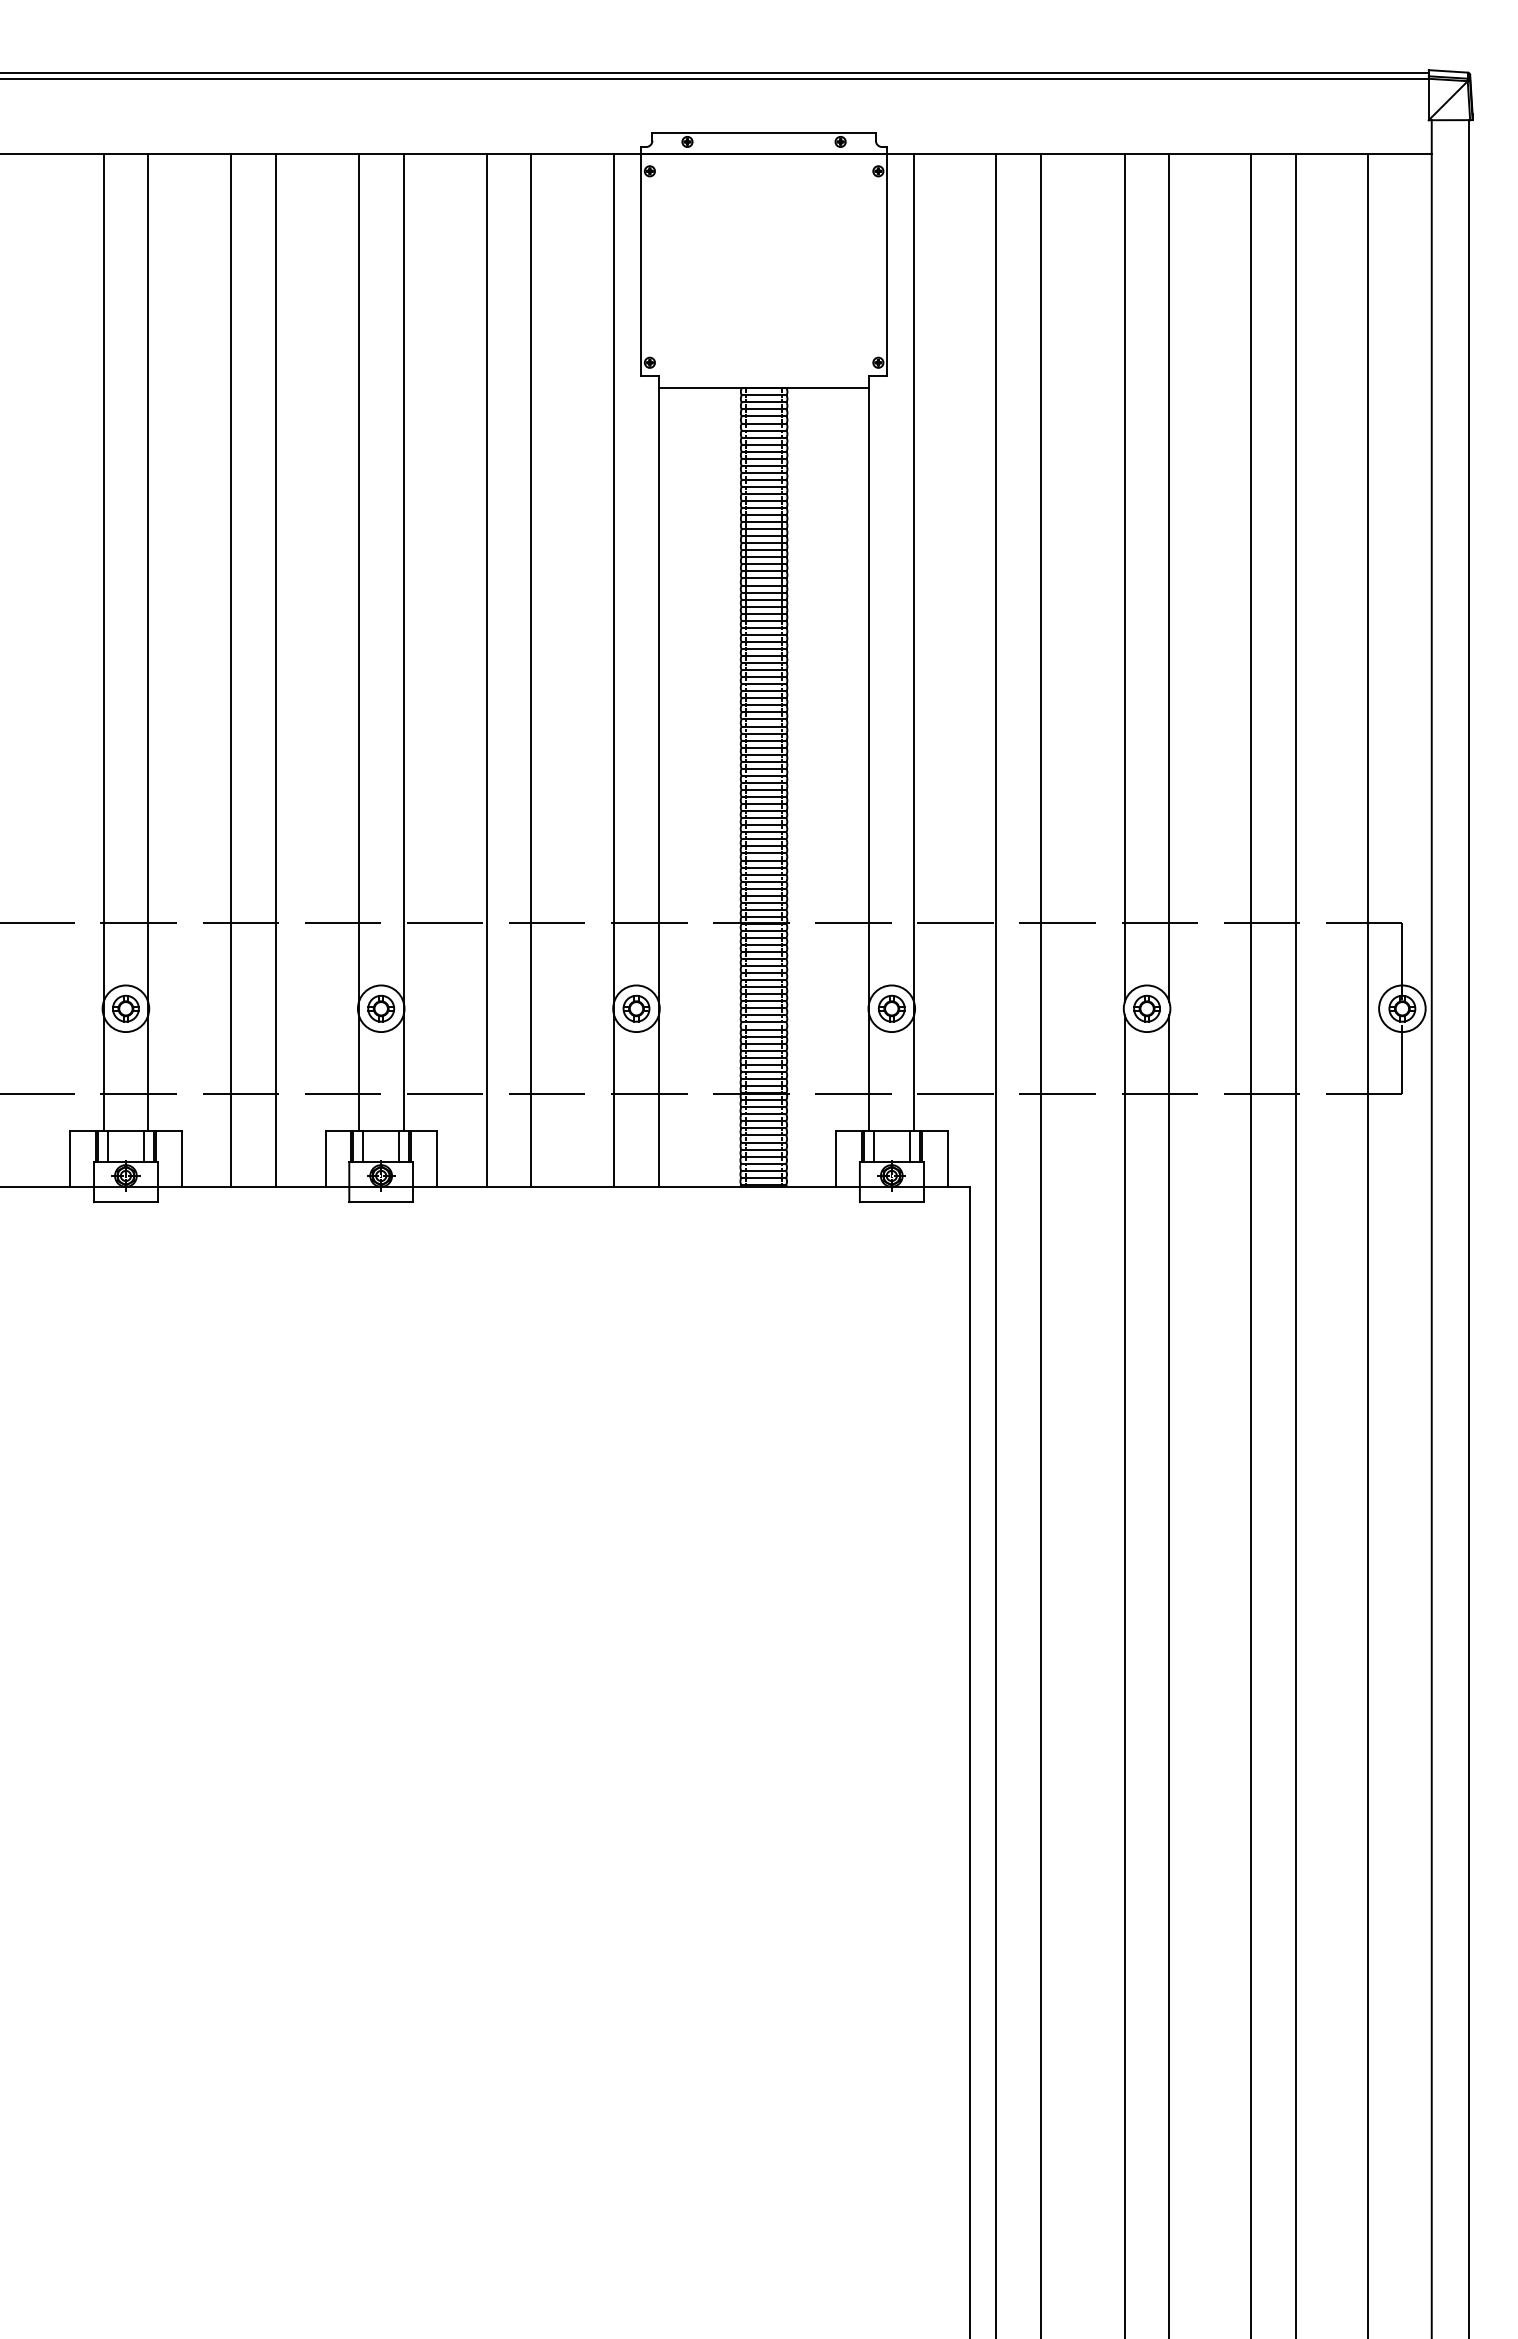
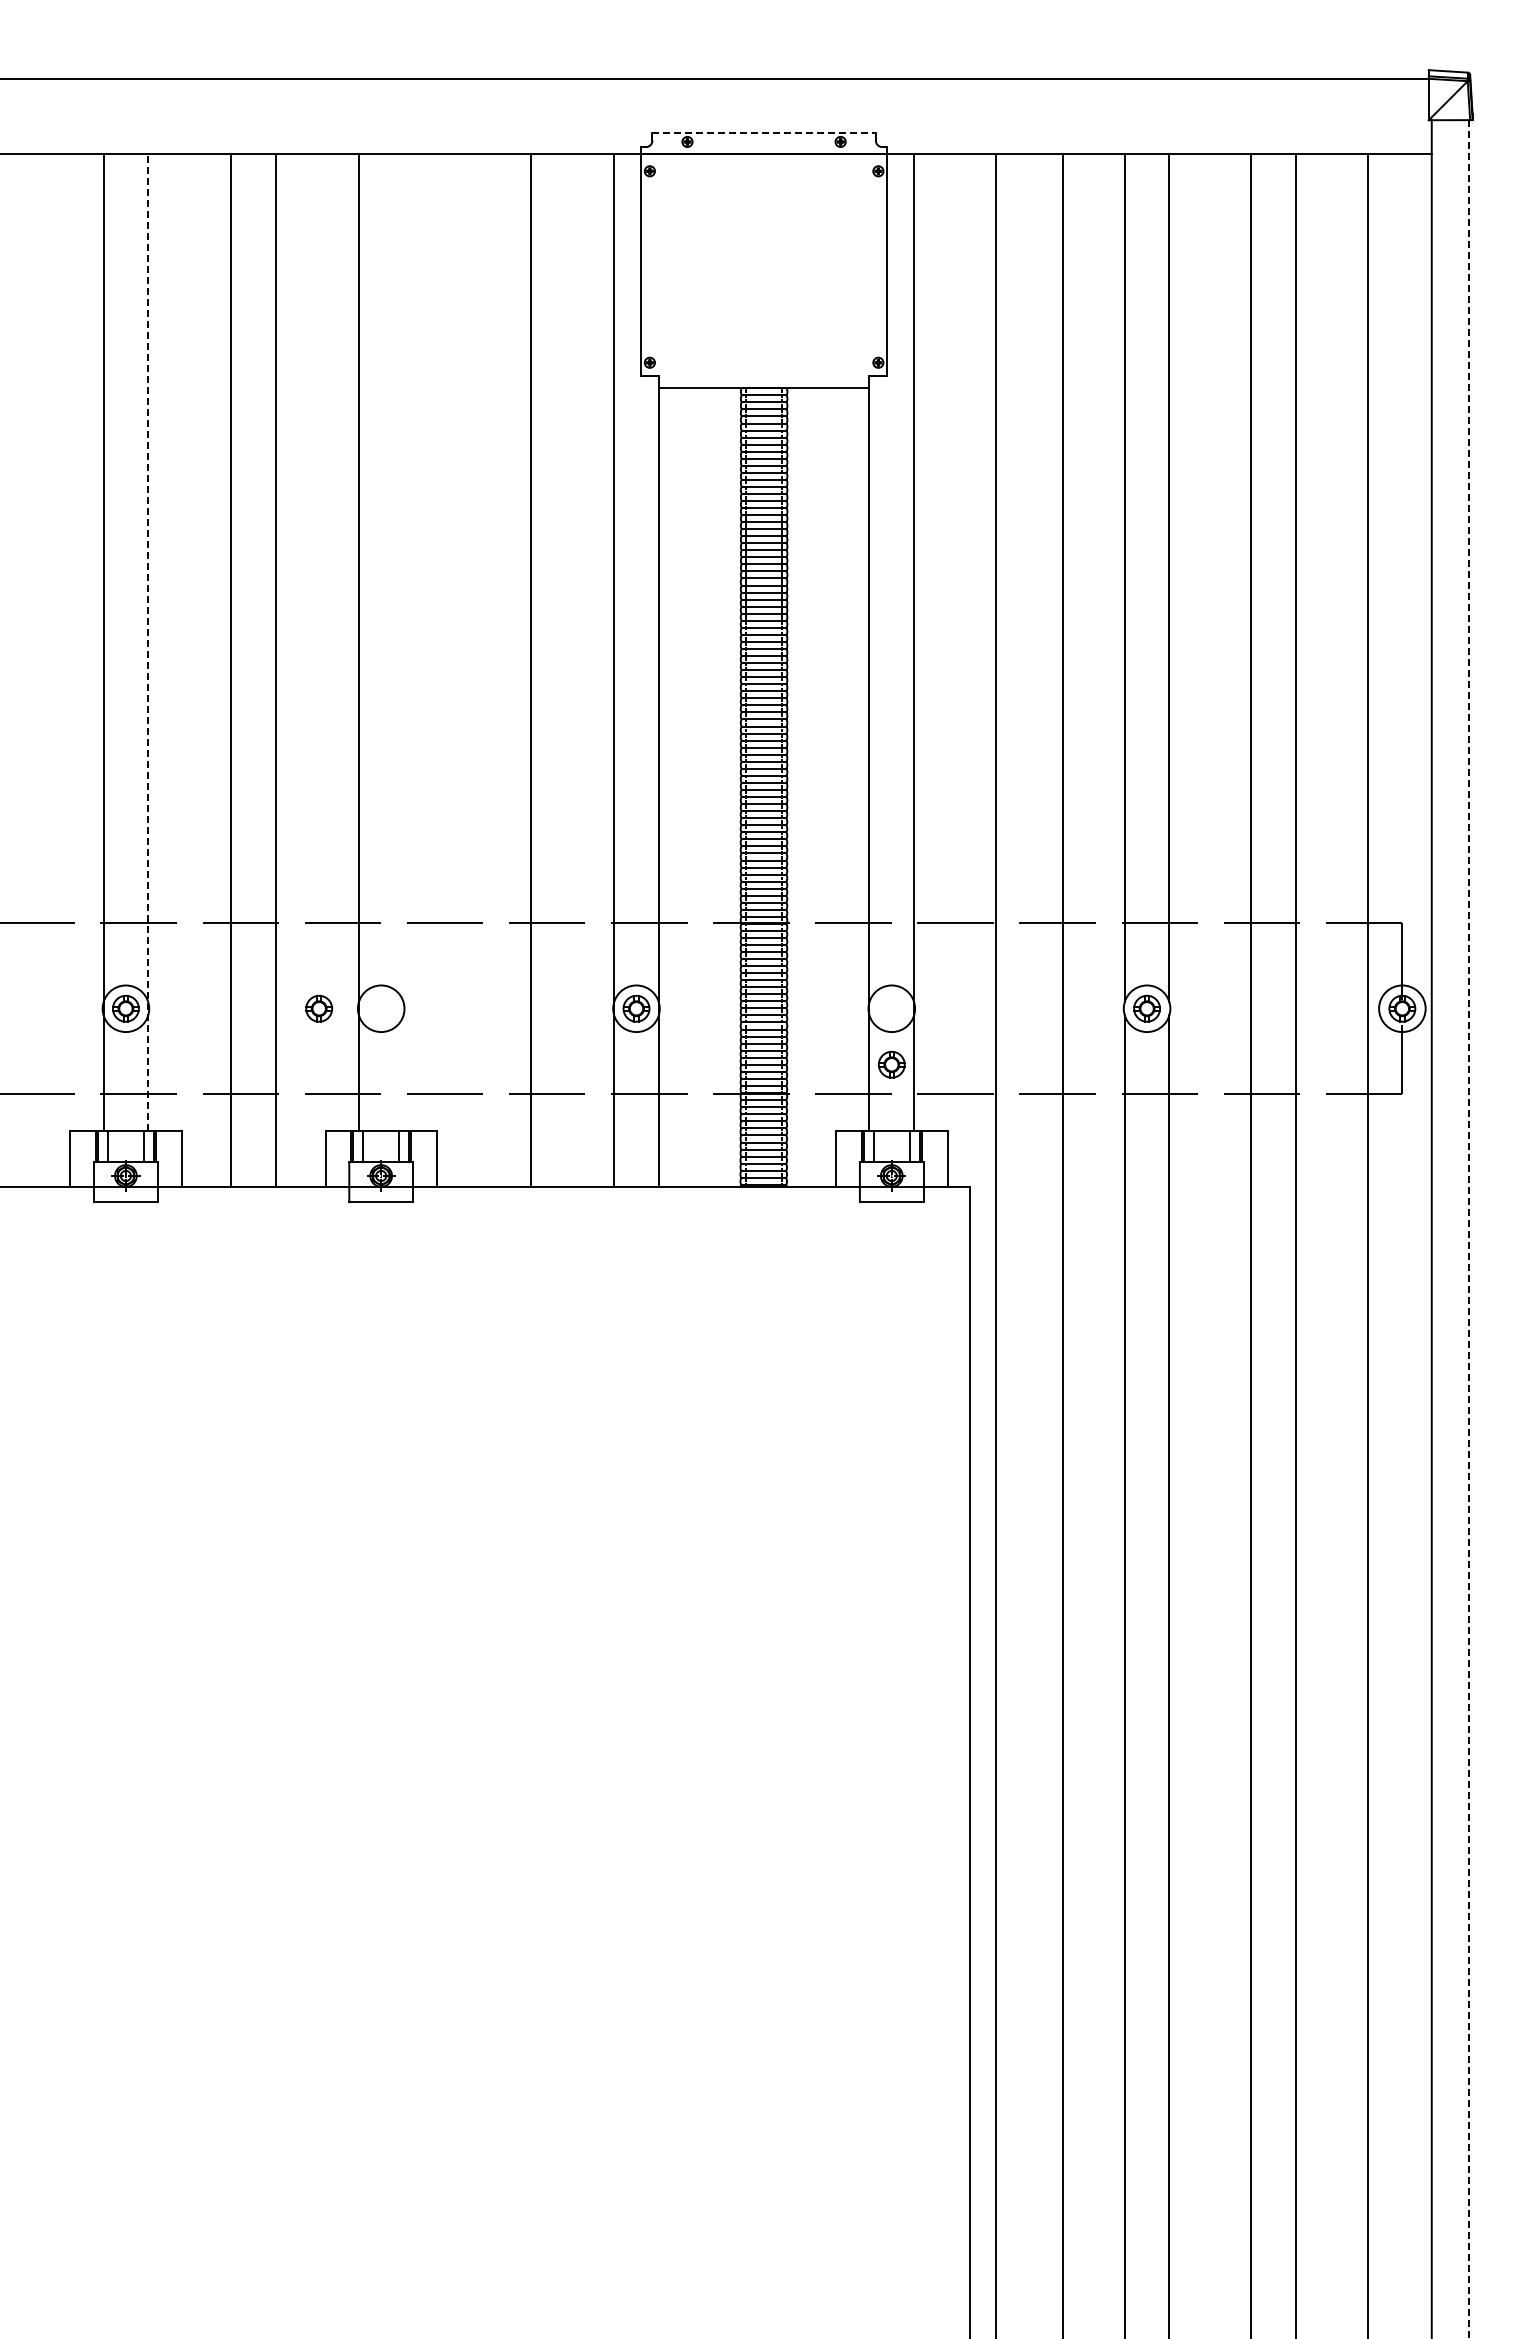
line at (715, 73): present -> none
line at (764, 133): solid -> dashed
line at (148, 642): solid -> dashed
line at (403, 642): present -> none
line at (486, 670): present -> none
part at (381, 1008) position: (381, 1008) -> (319, 1008)
part at (891, 1008) position: (891, 1008) -> (891, 1064)
line at (1468, 1229): solid -> dashed
line at (1040, 1244) position: (1040, 1244) -> (1062, 1244)
